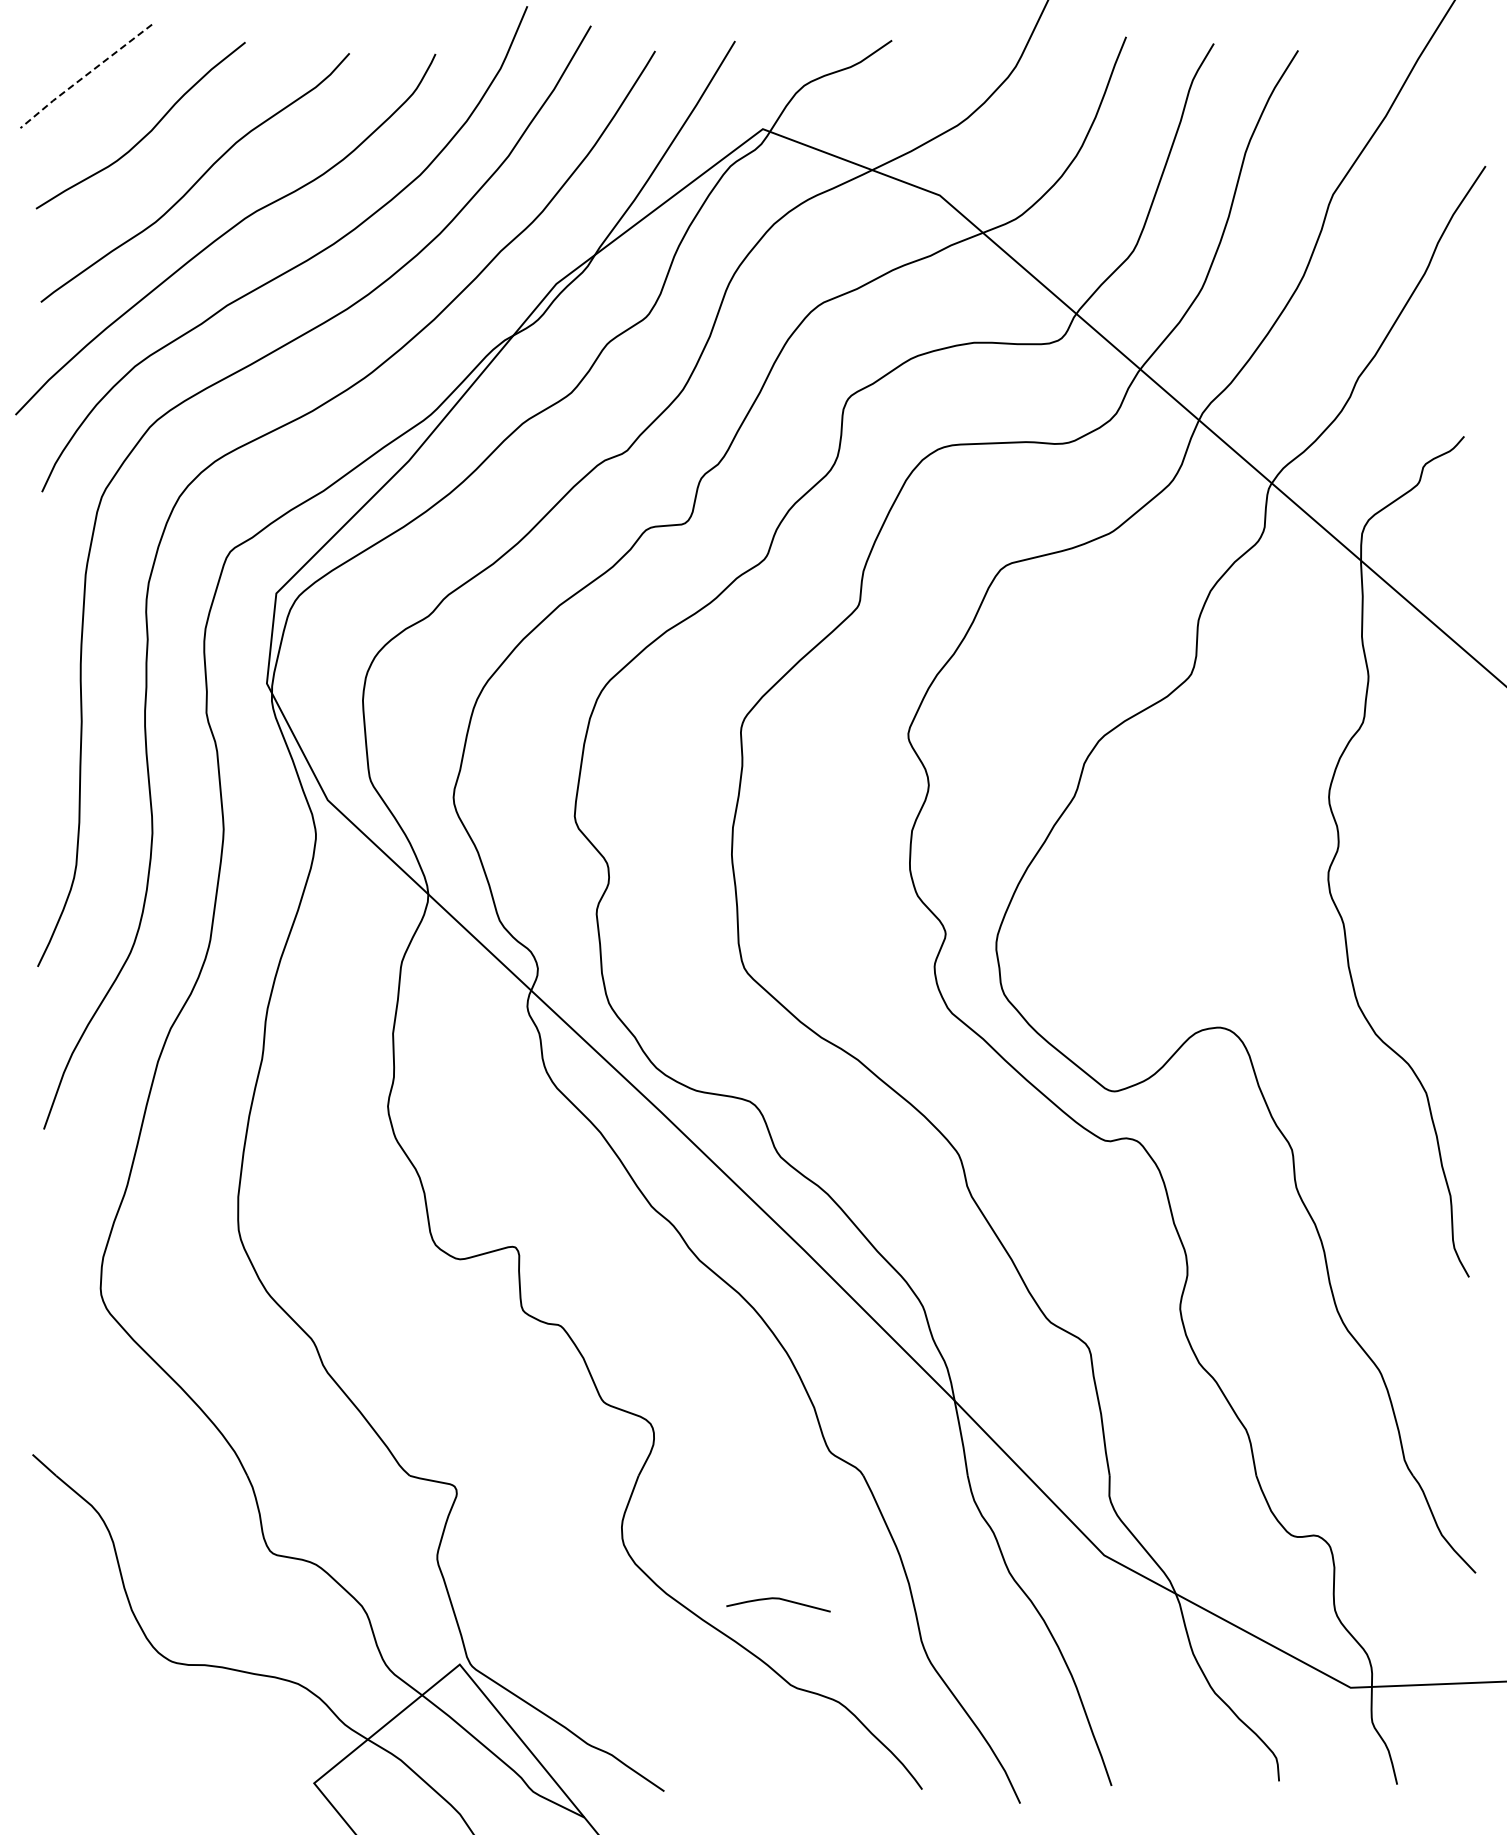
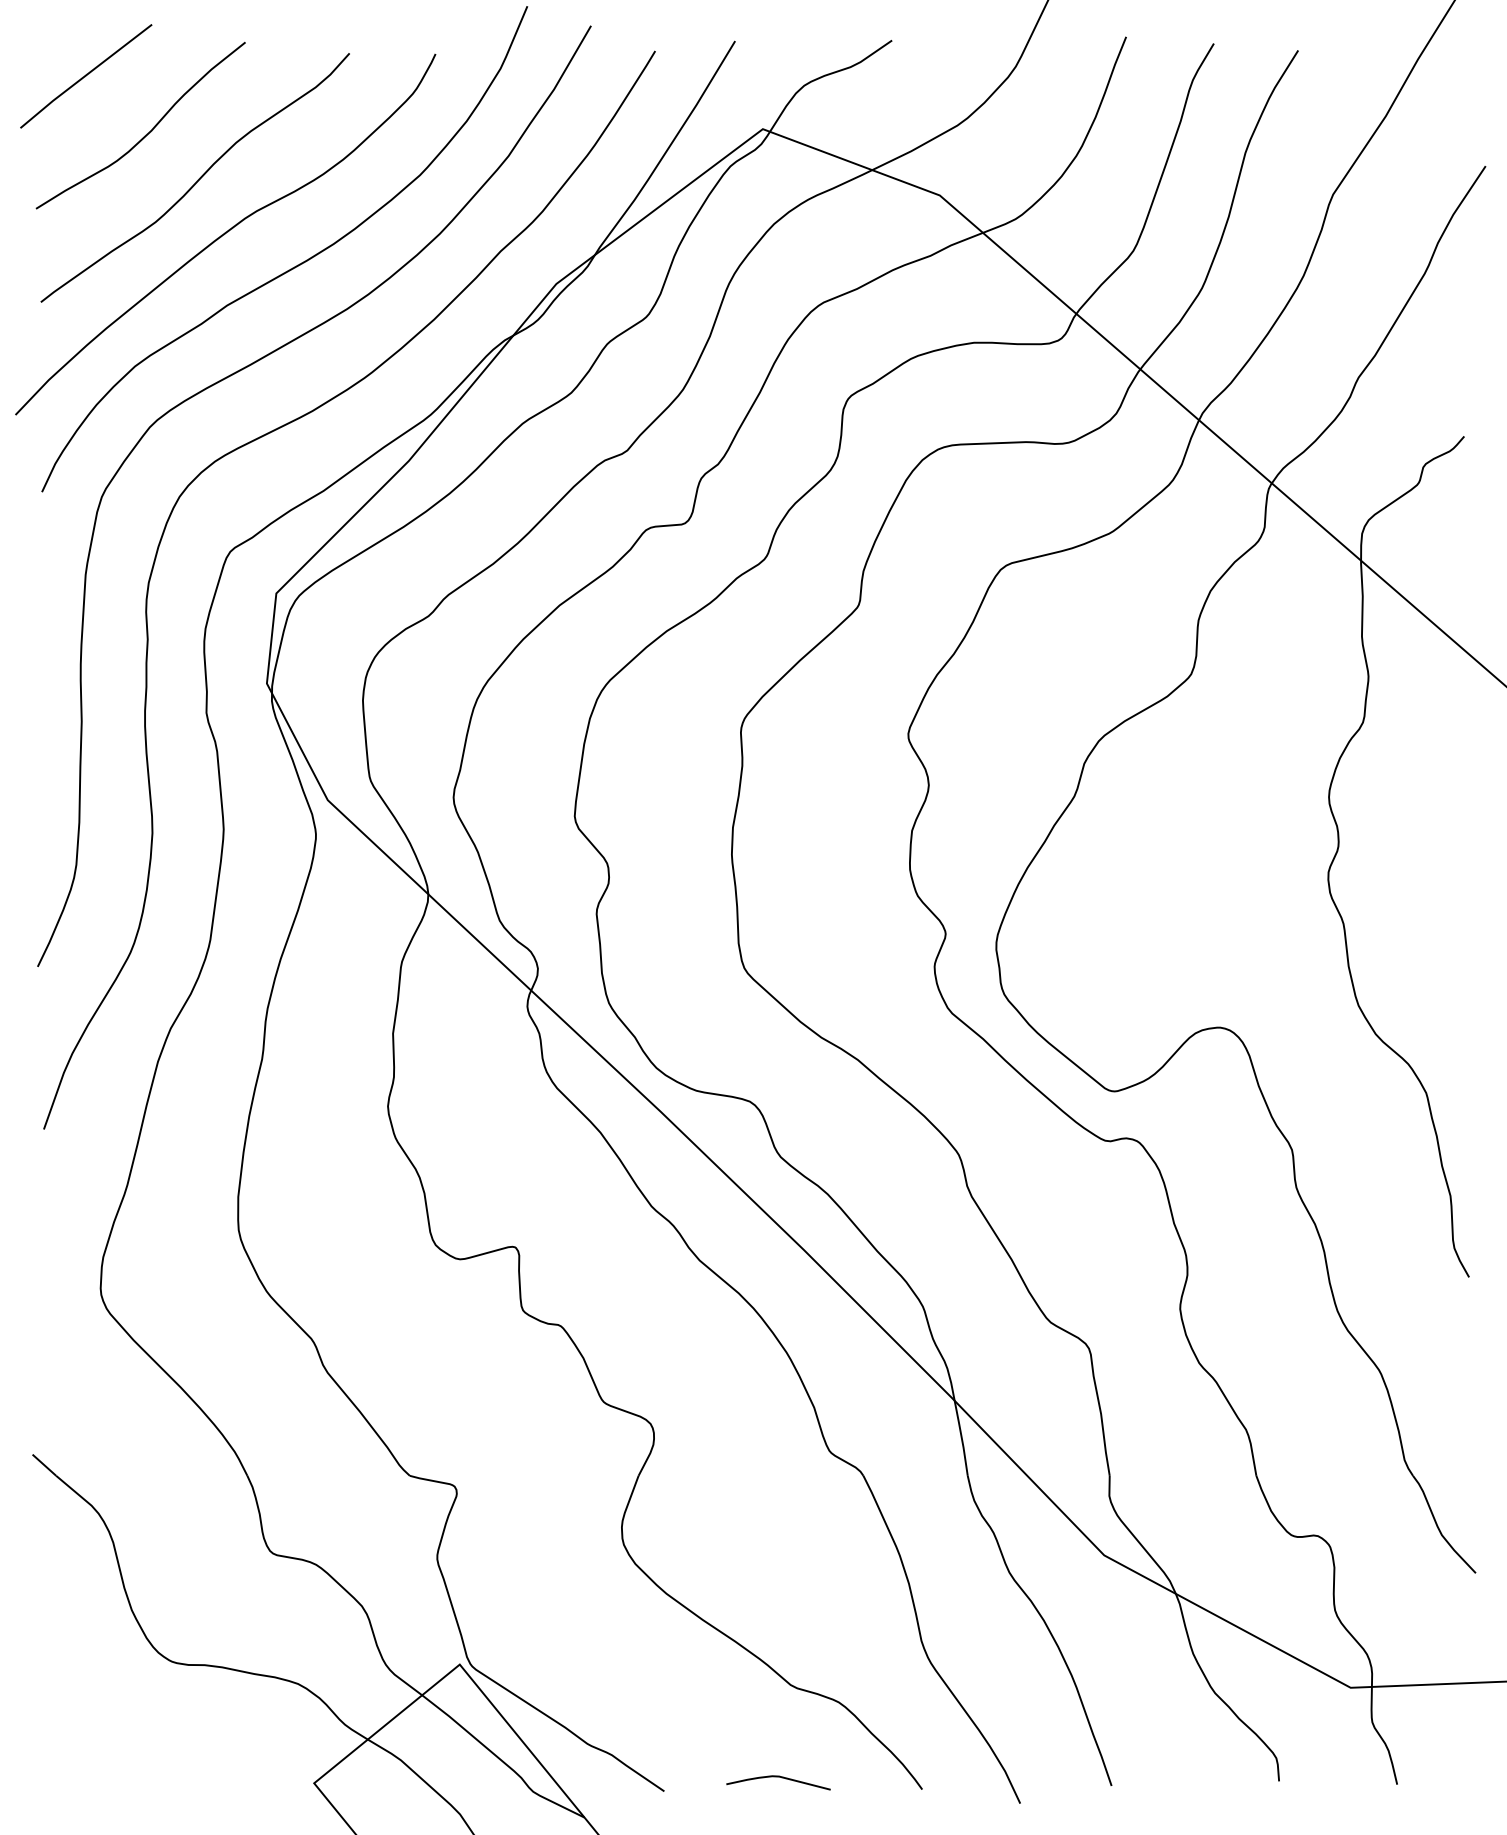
line at (84, 76): dashed -> solid
curve at (778, 1599) position: (778, 1599) -> (778, 1777)
